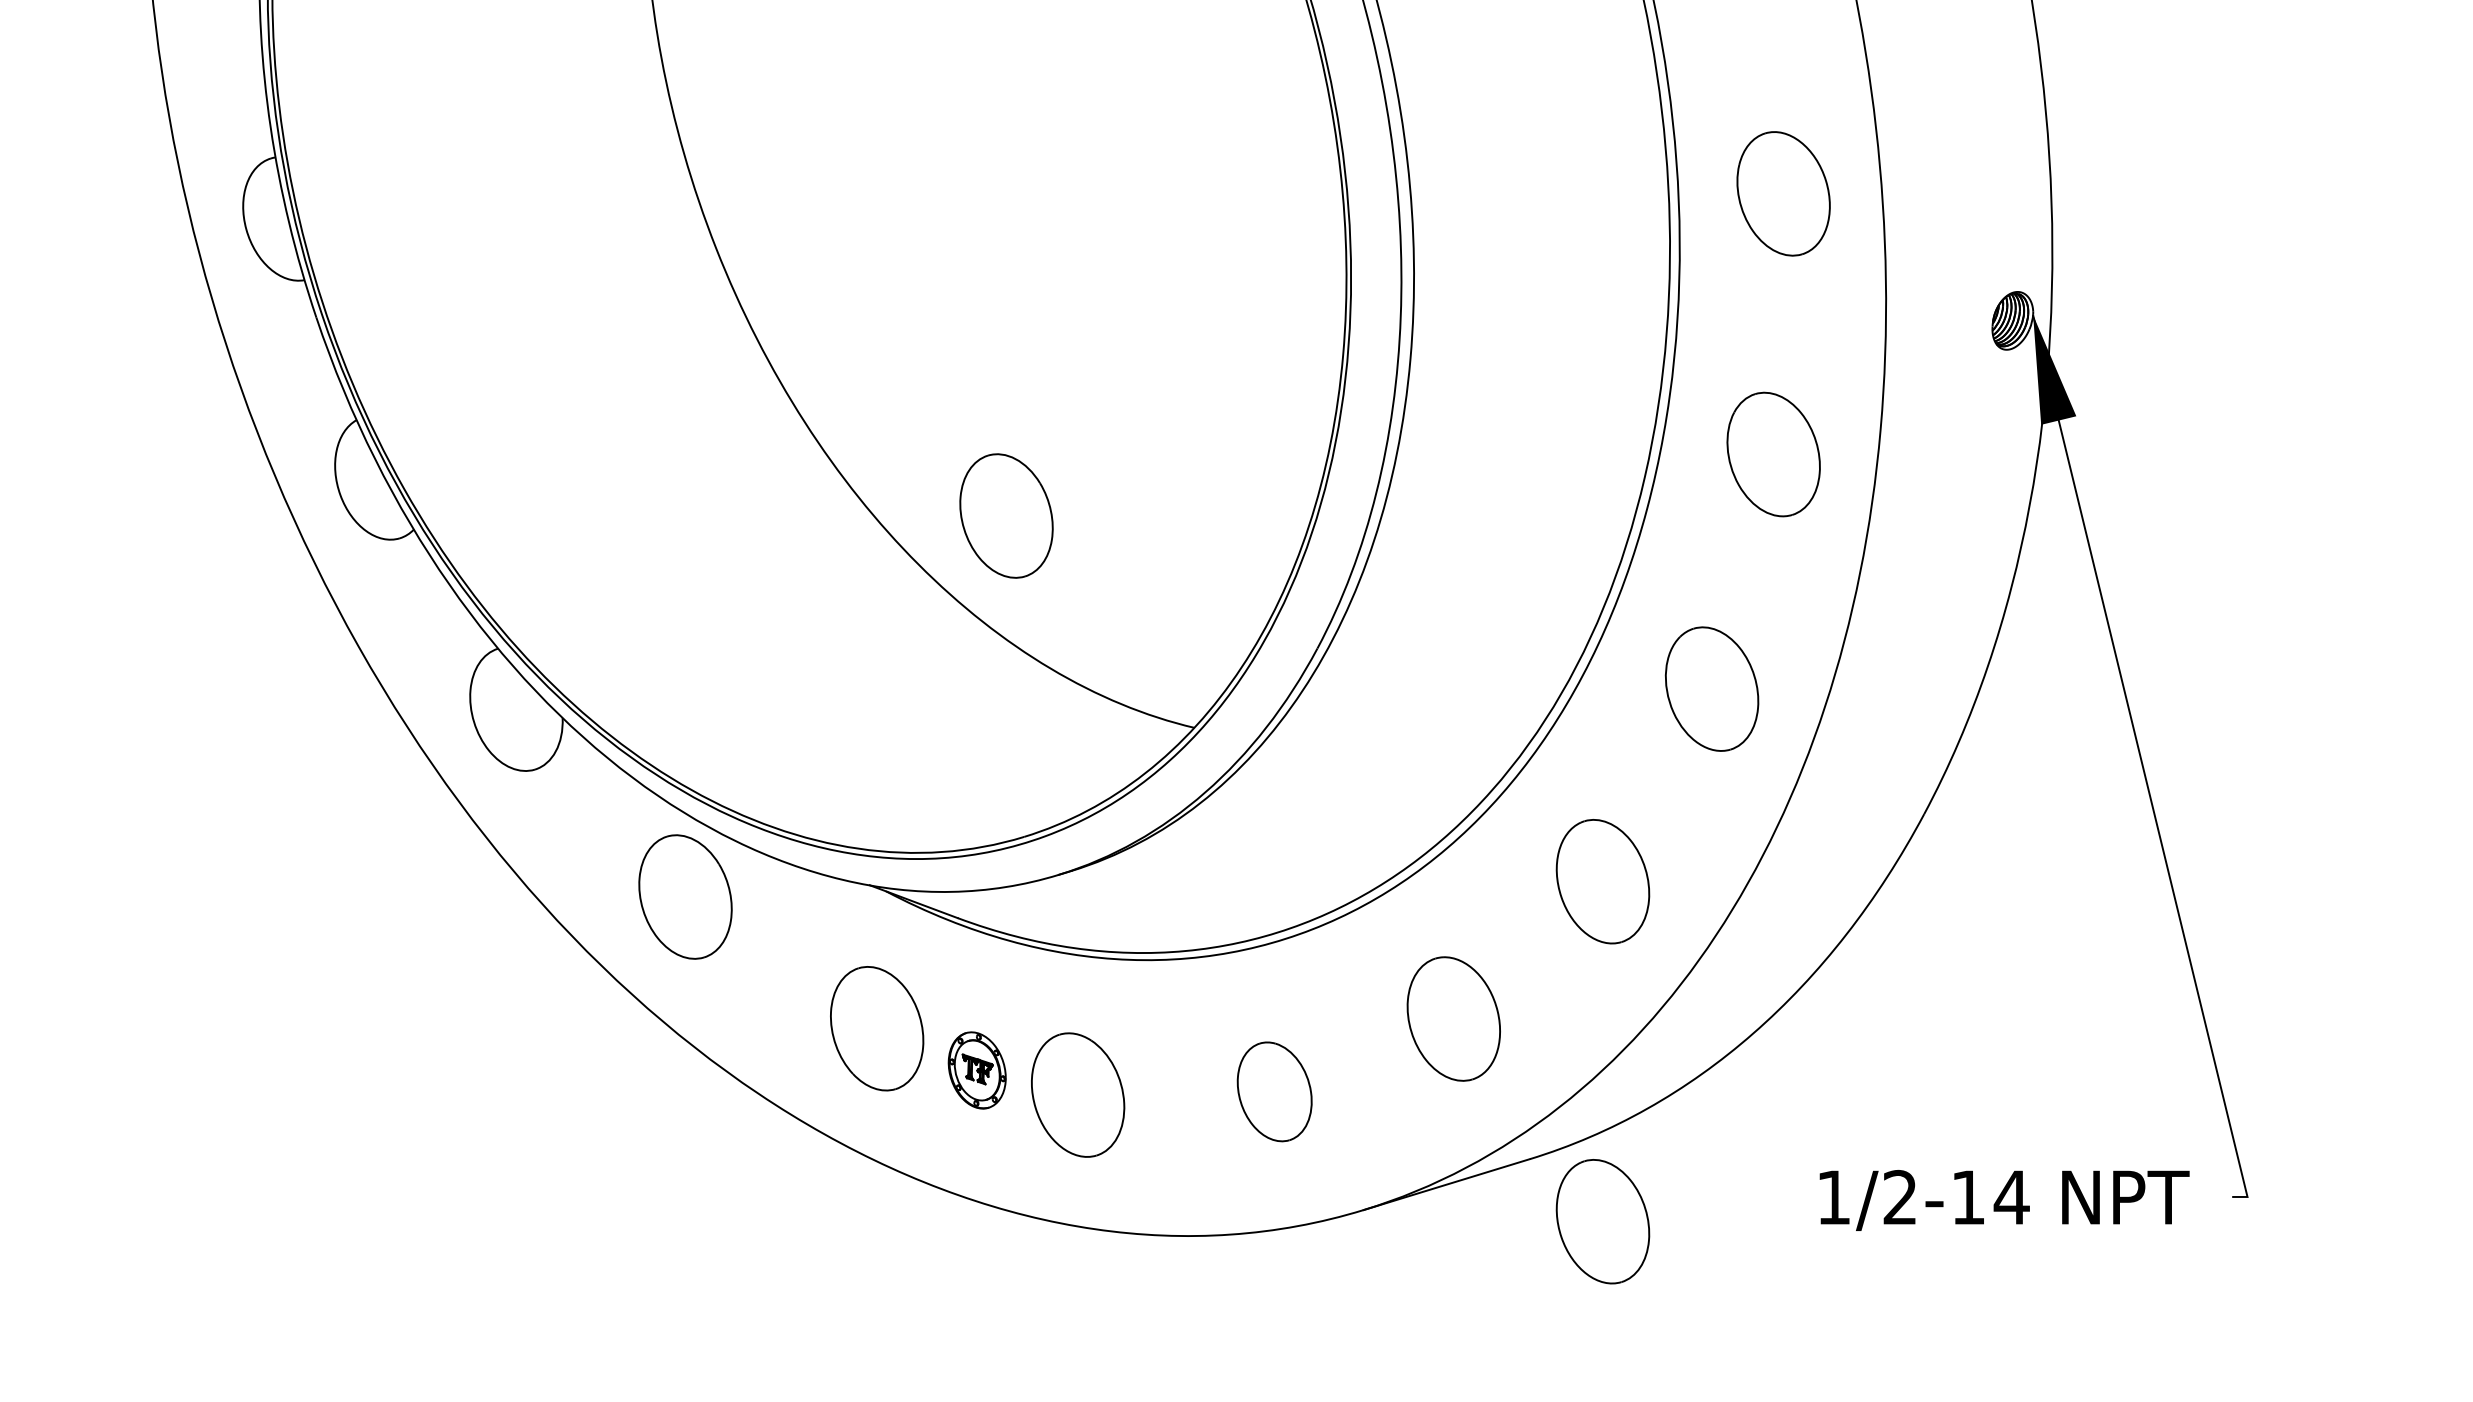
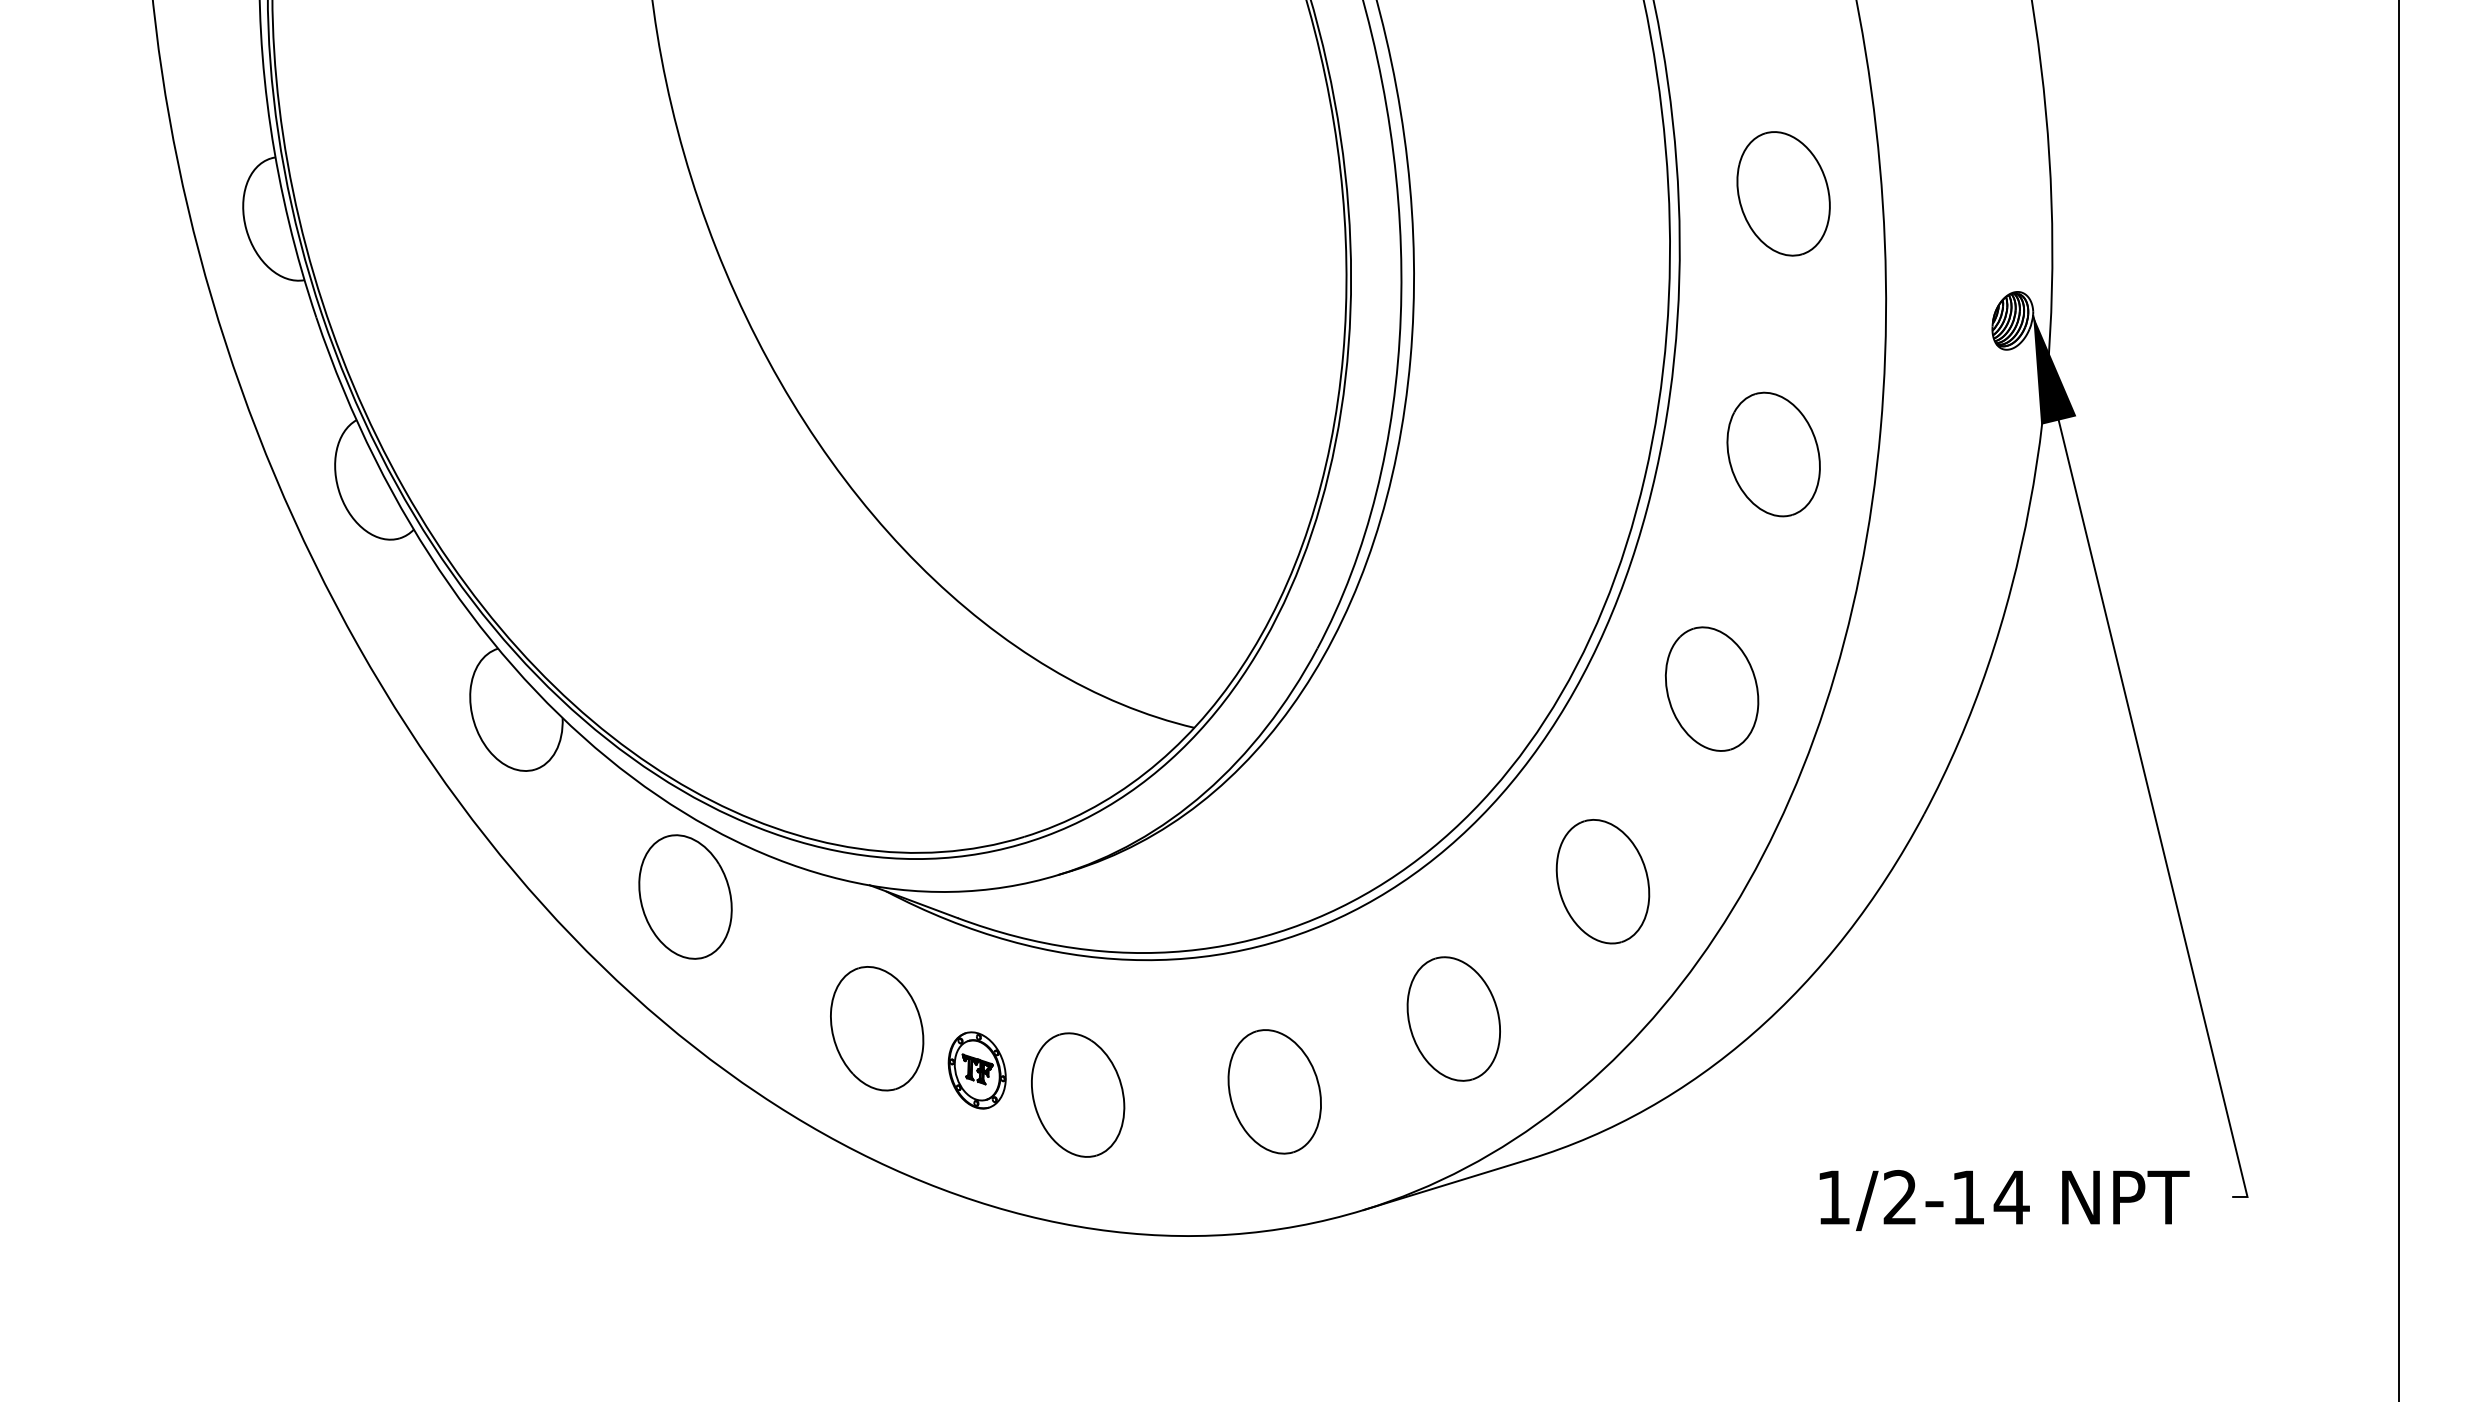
part at (1006, 515): present -> none
line at (2398, 700): none -> present
part at (1274, 1091) size: 77x102 px -> 95x126 px
part at (1602, 1221): present -> none
